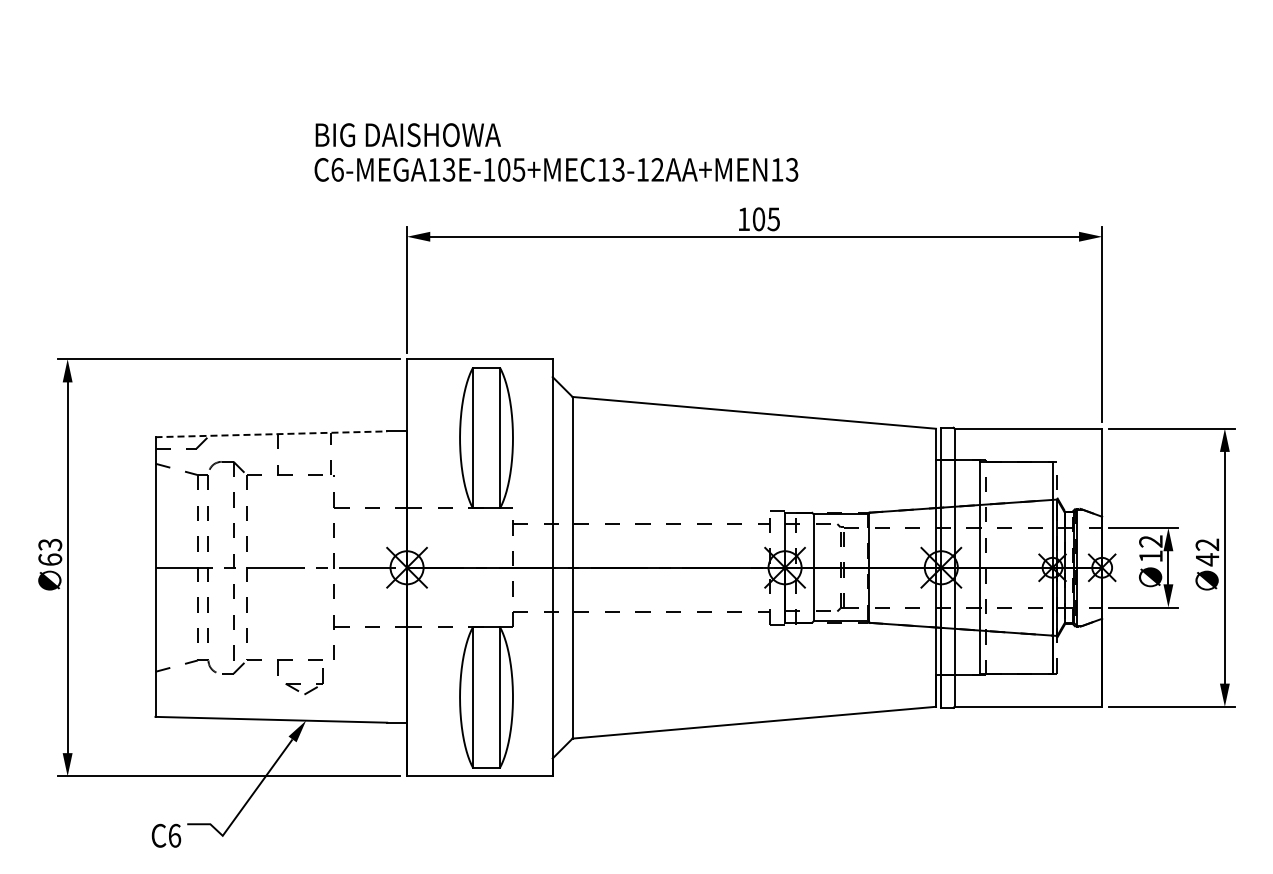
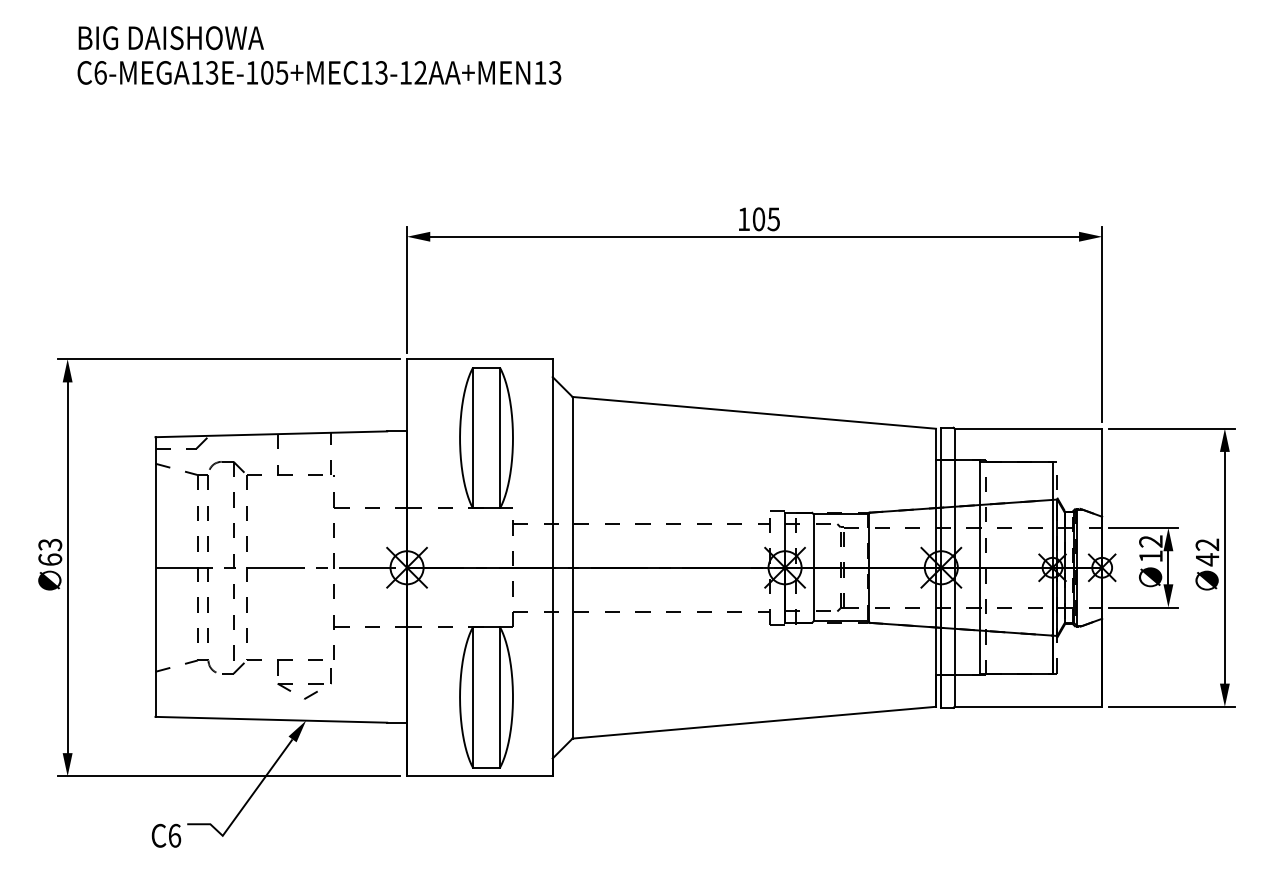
text at (556, 152) position: (556, 152) -> (319, 55)
line at (271, 434): dashed -> solid
part at (304, 681) size: 39x28 px -> 55x32 px
